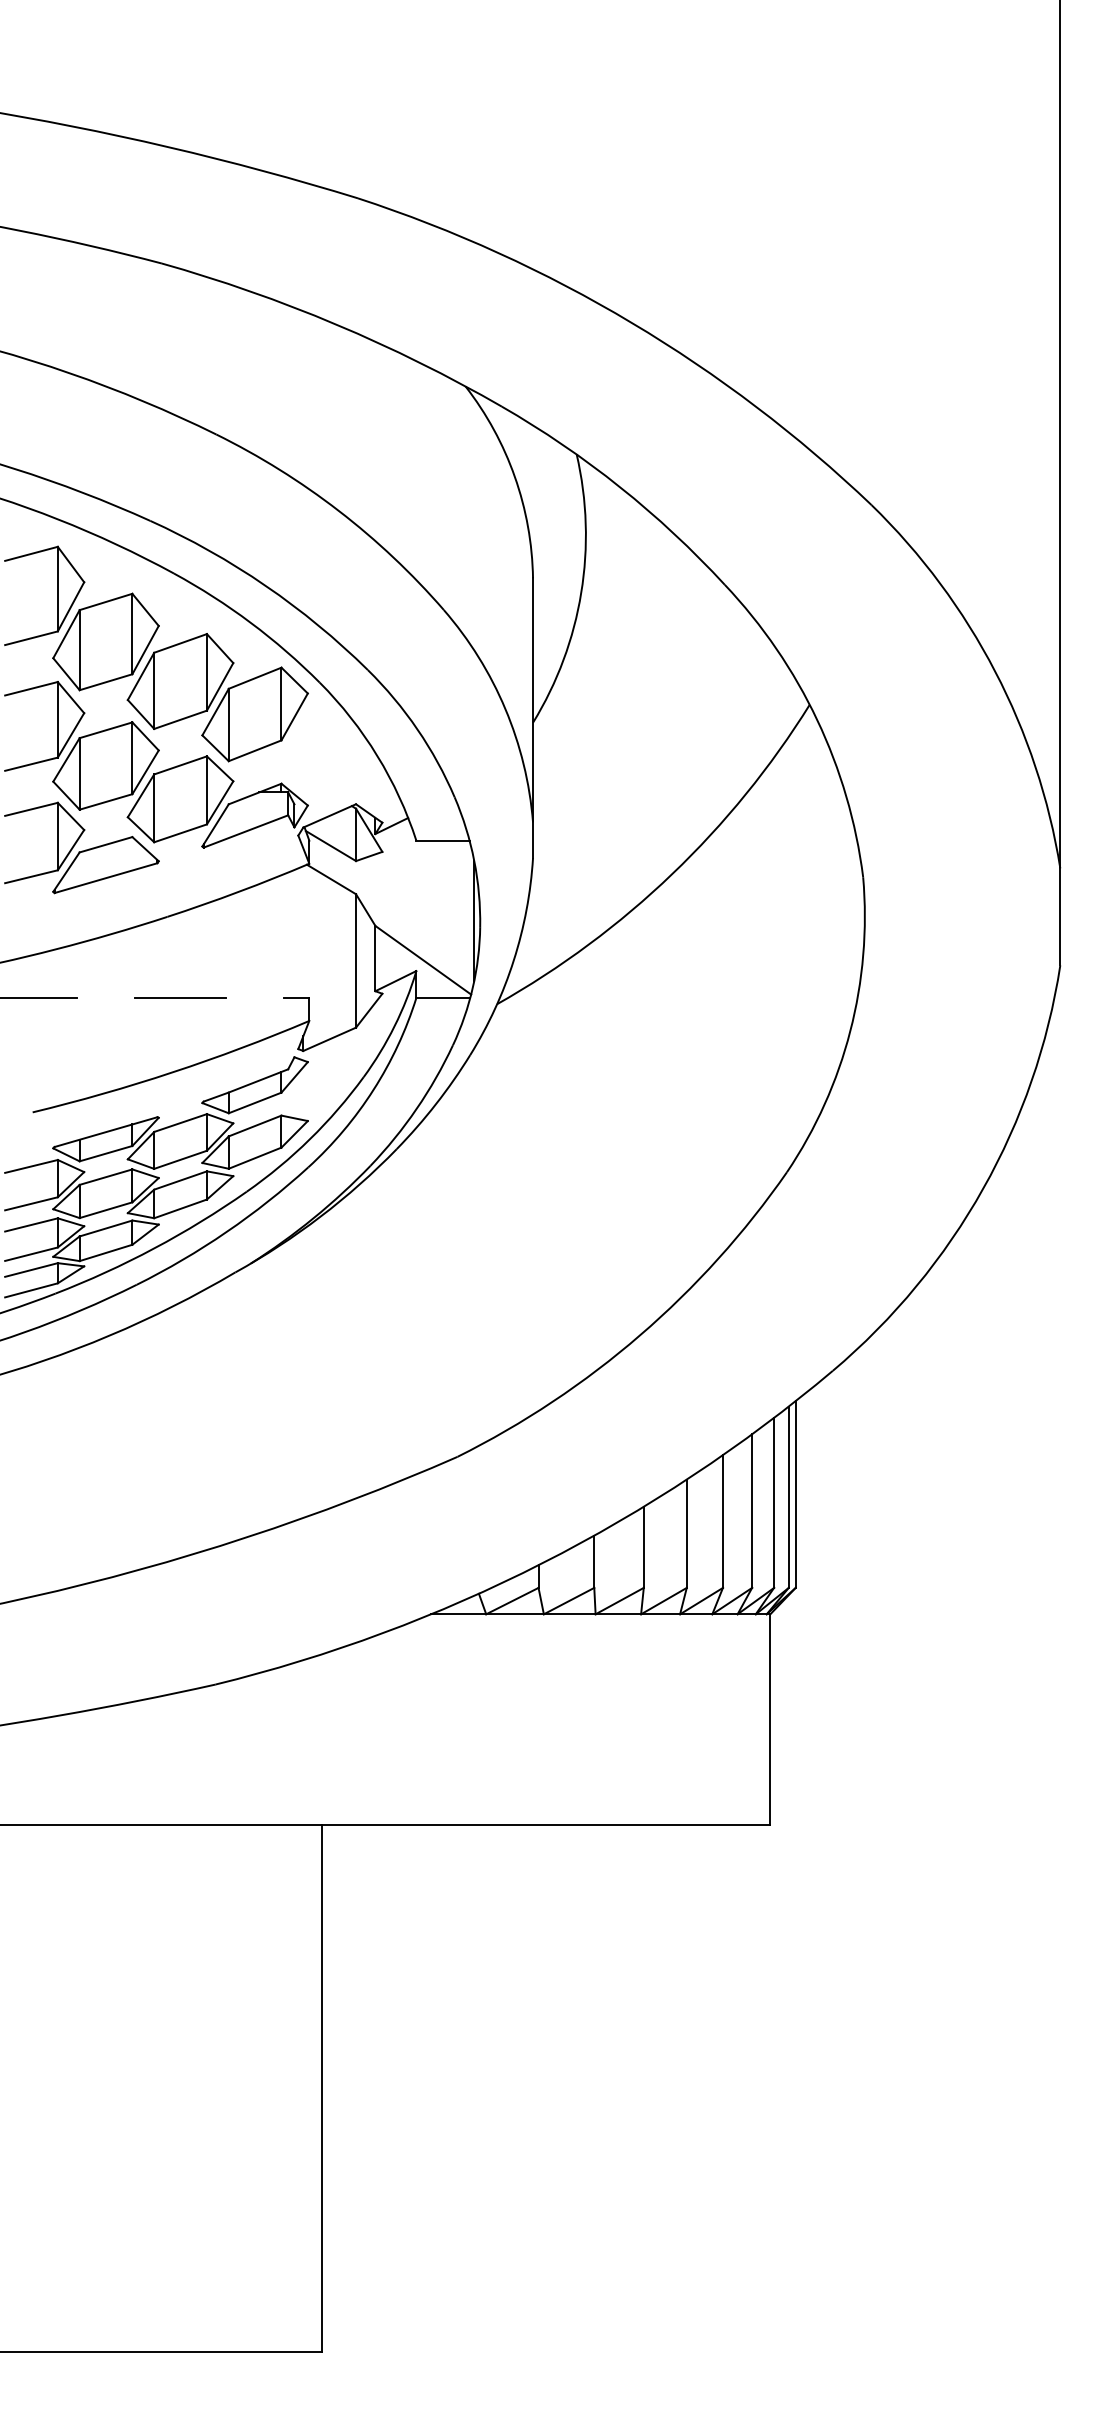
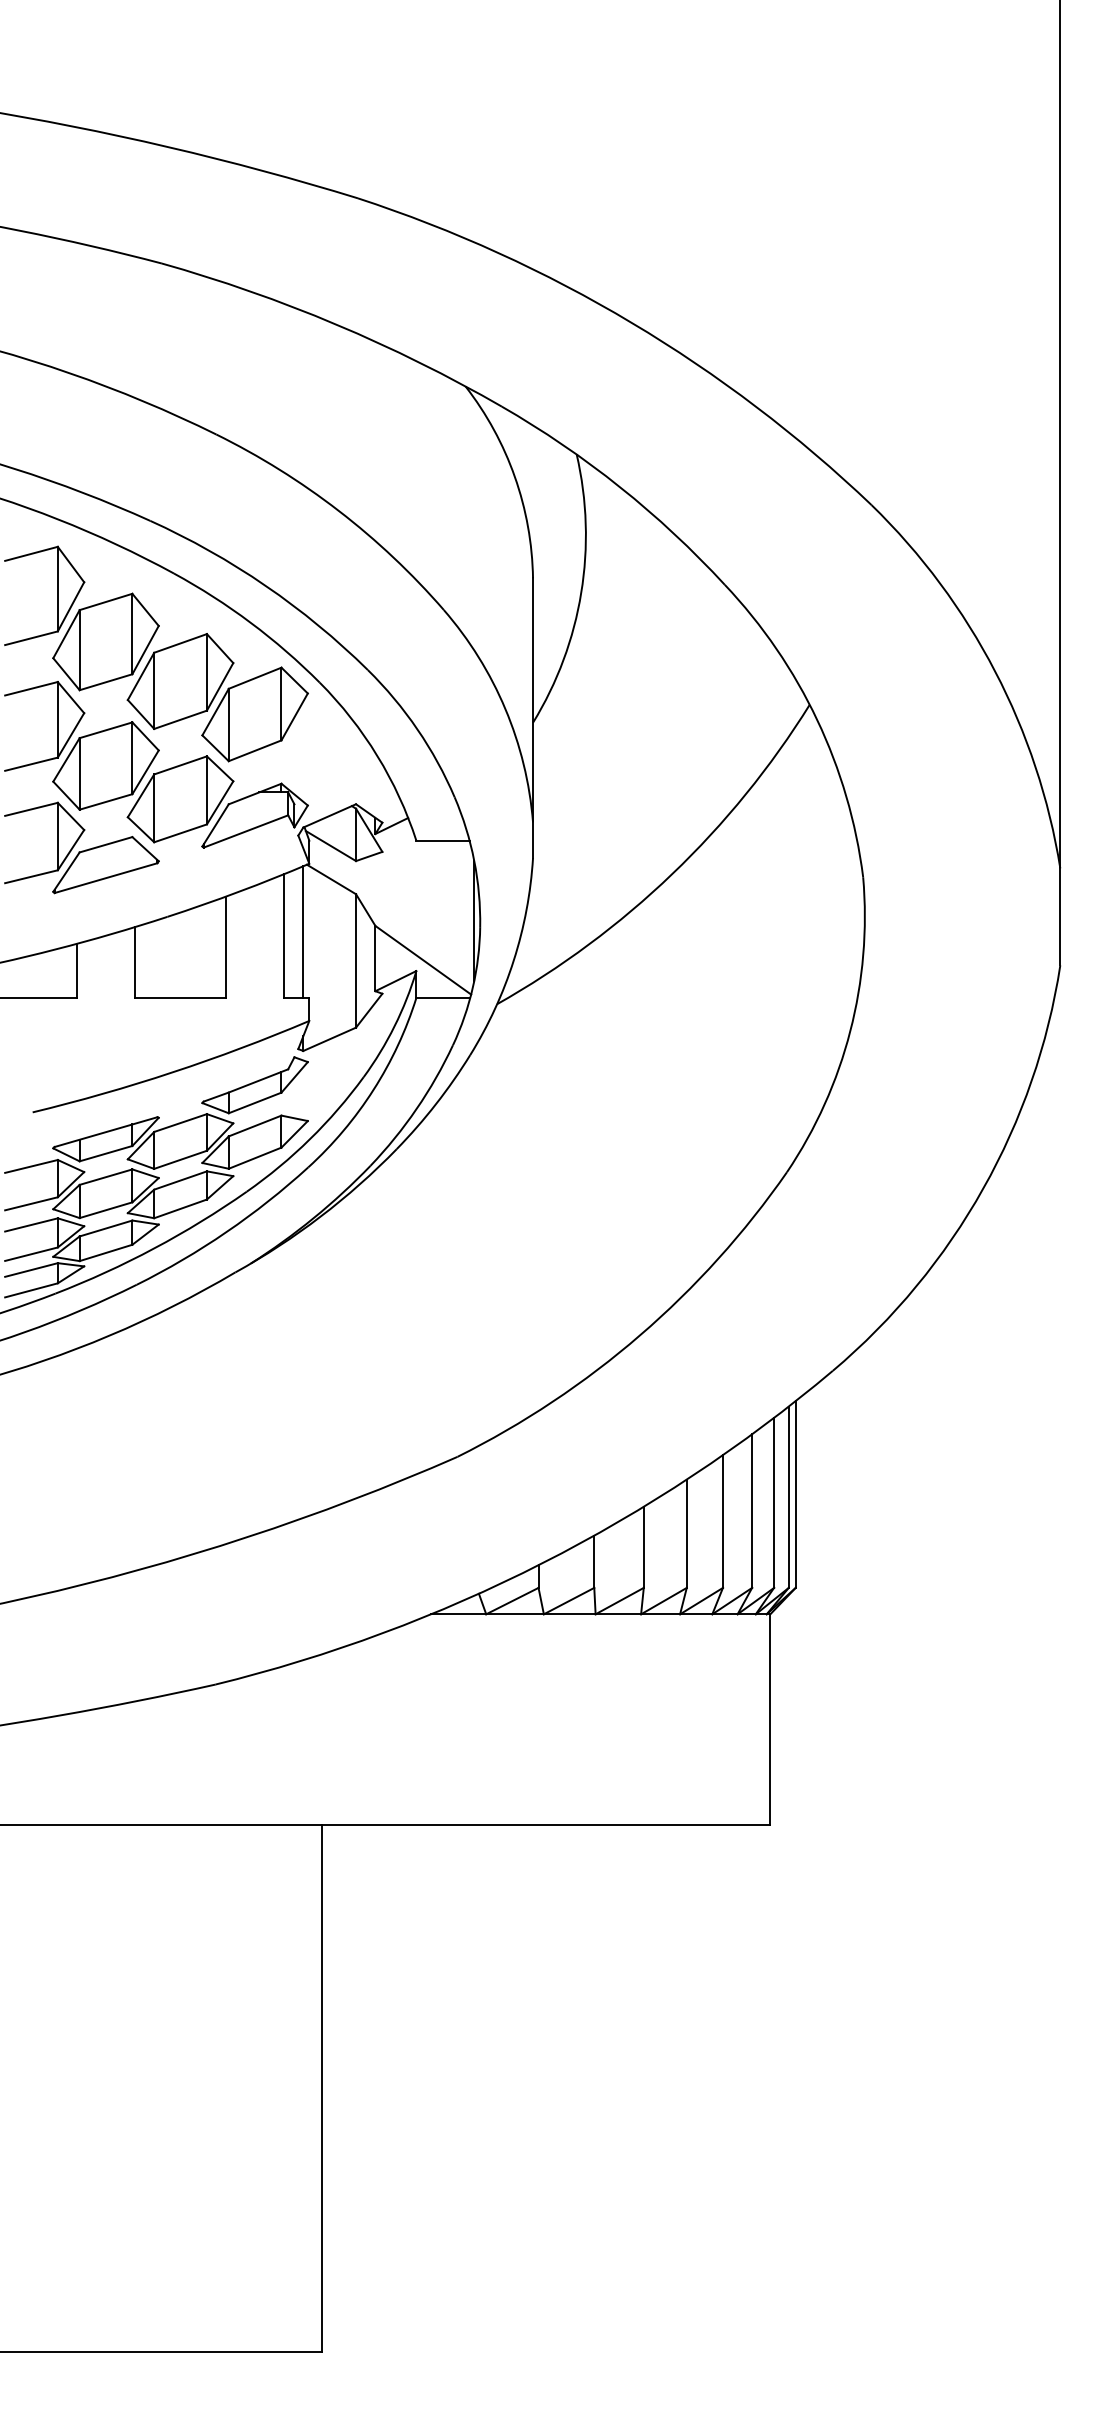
line at (303, 931): none -> present
line at (283, 935): none -> present
line at (226, 946): none -> present
line at (134, 962): none -> present
line at (77, 970): none -> present
